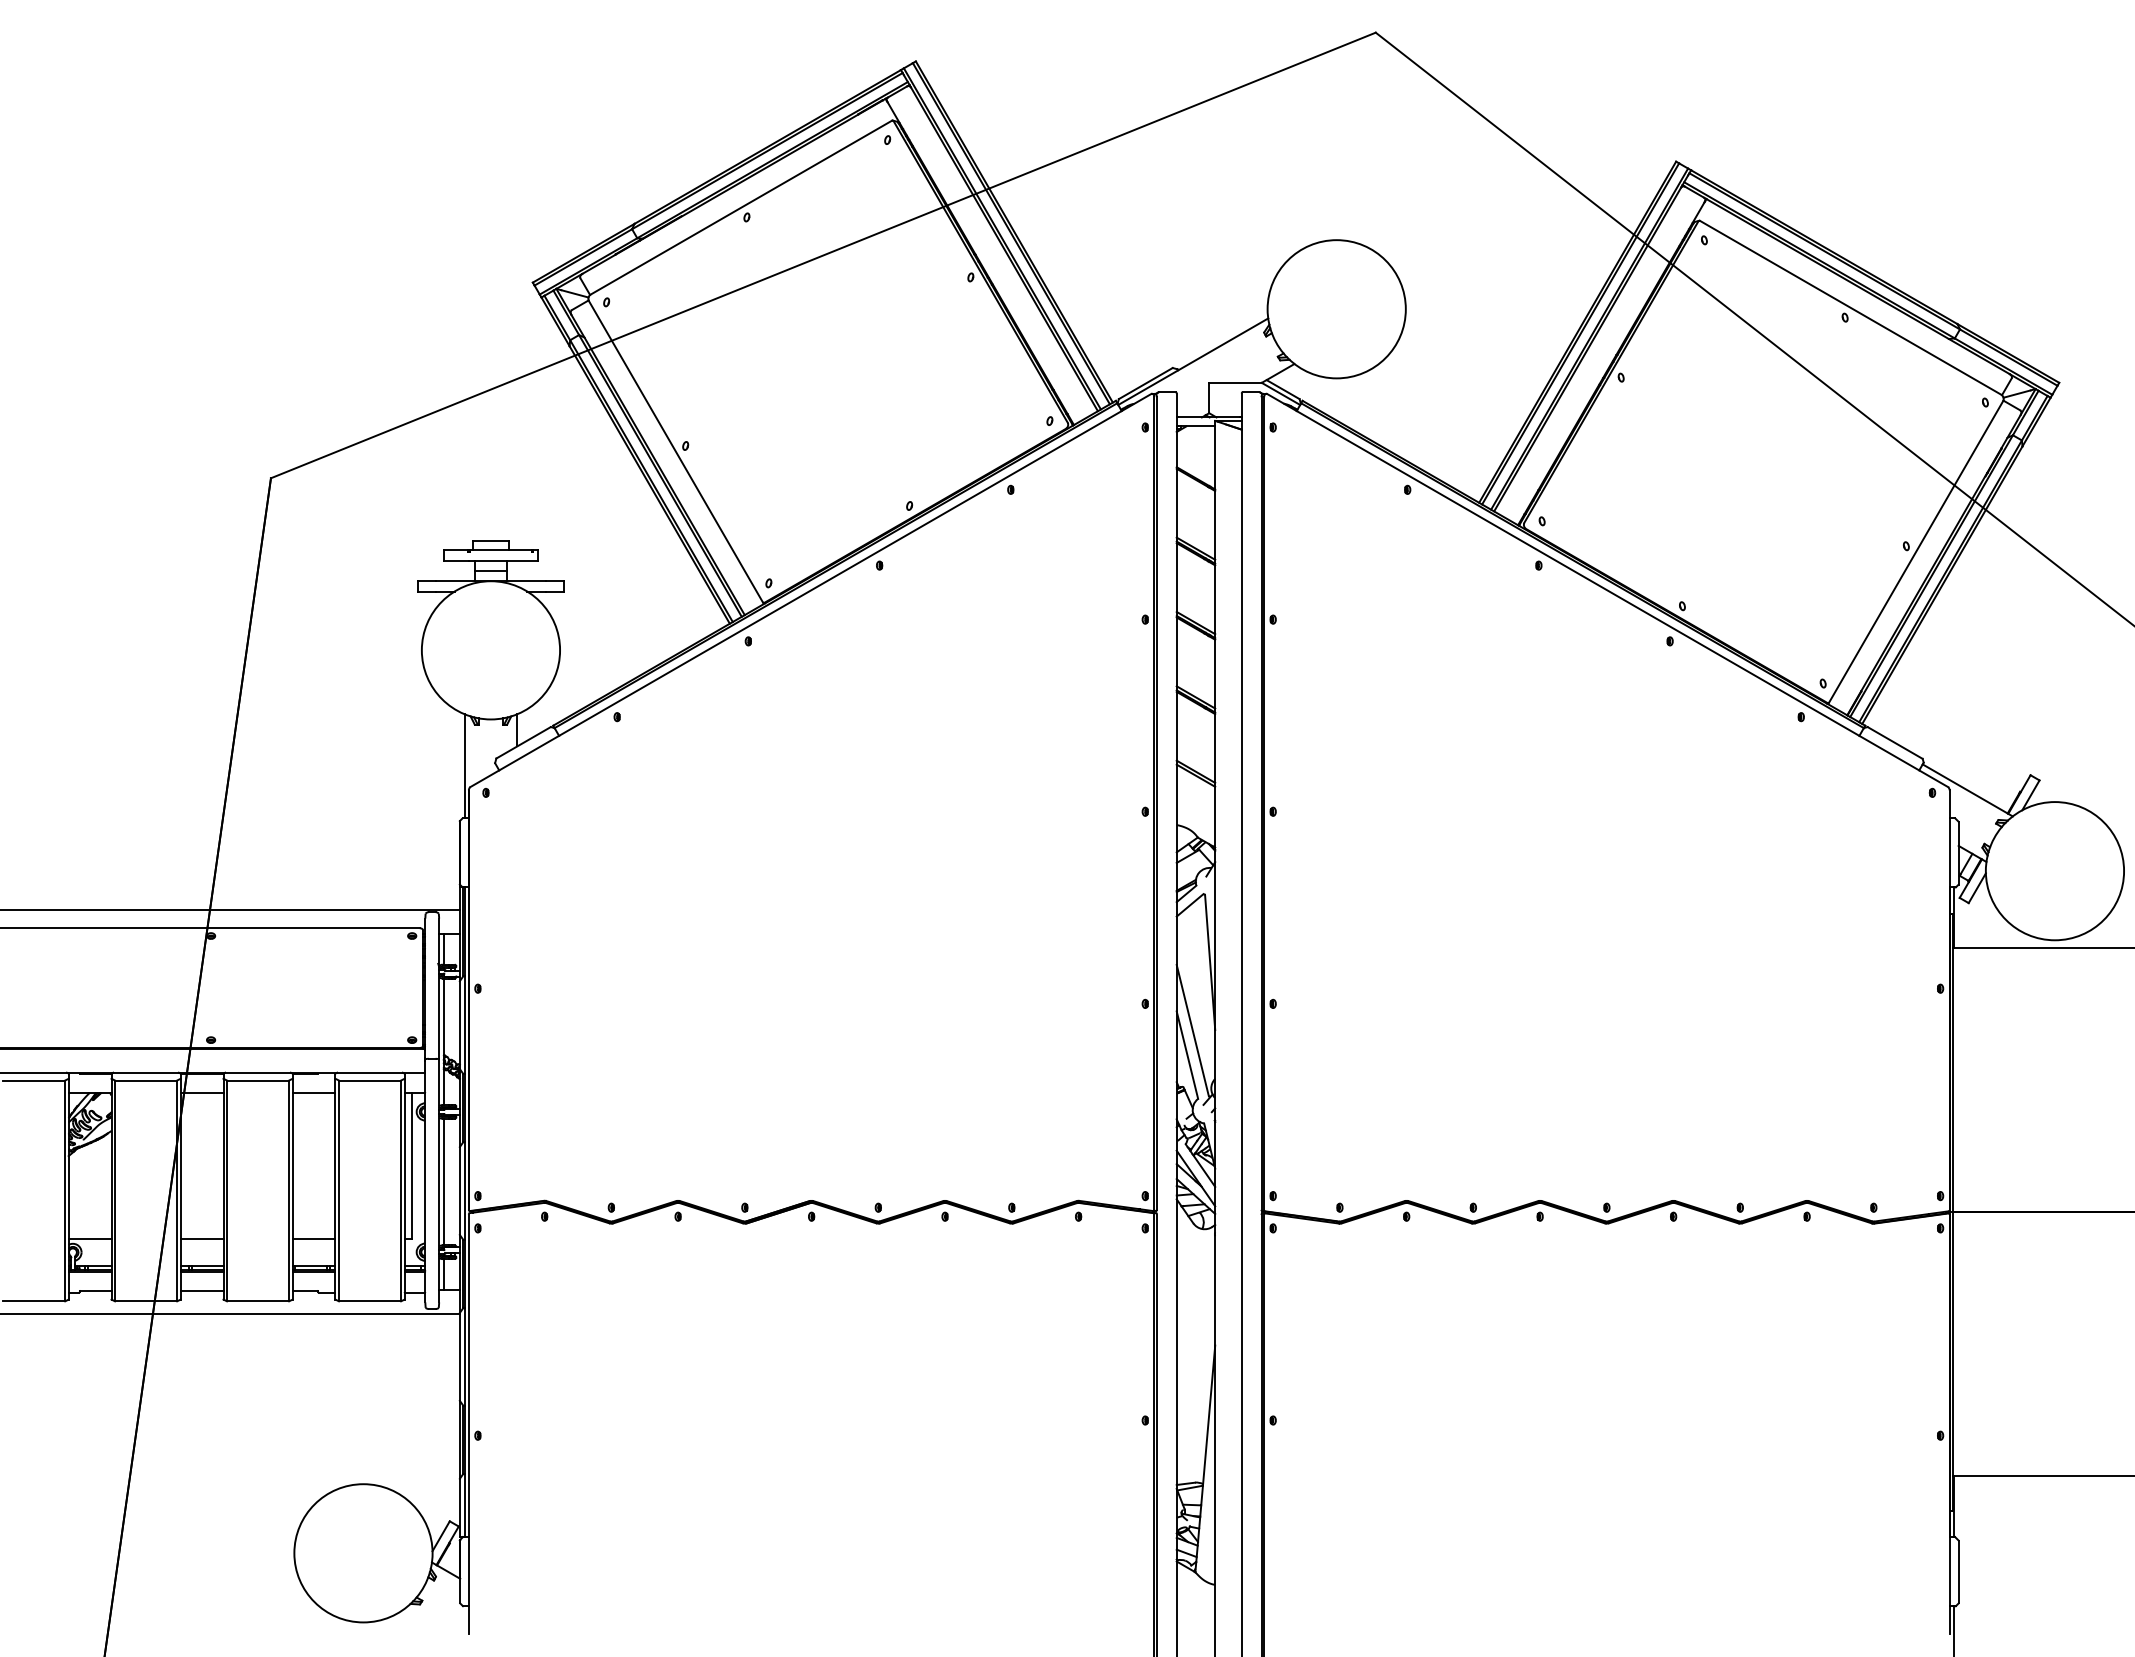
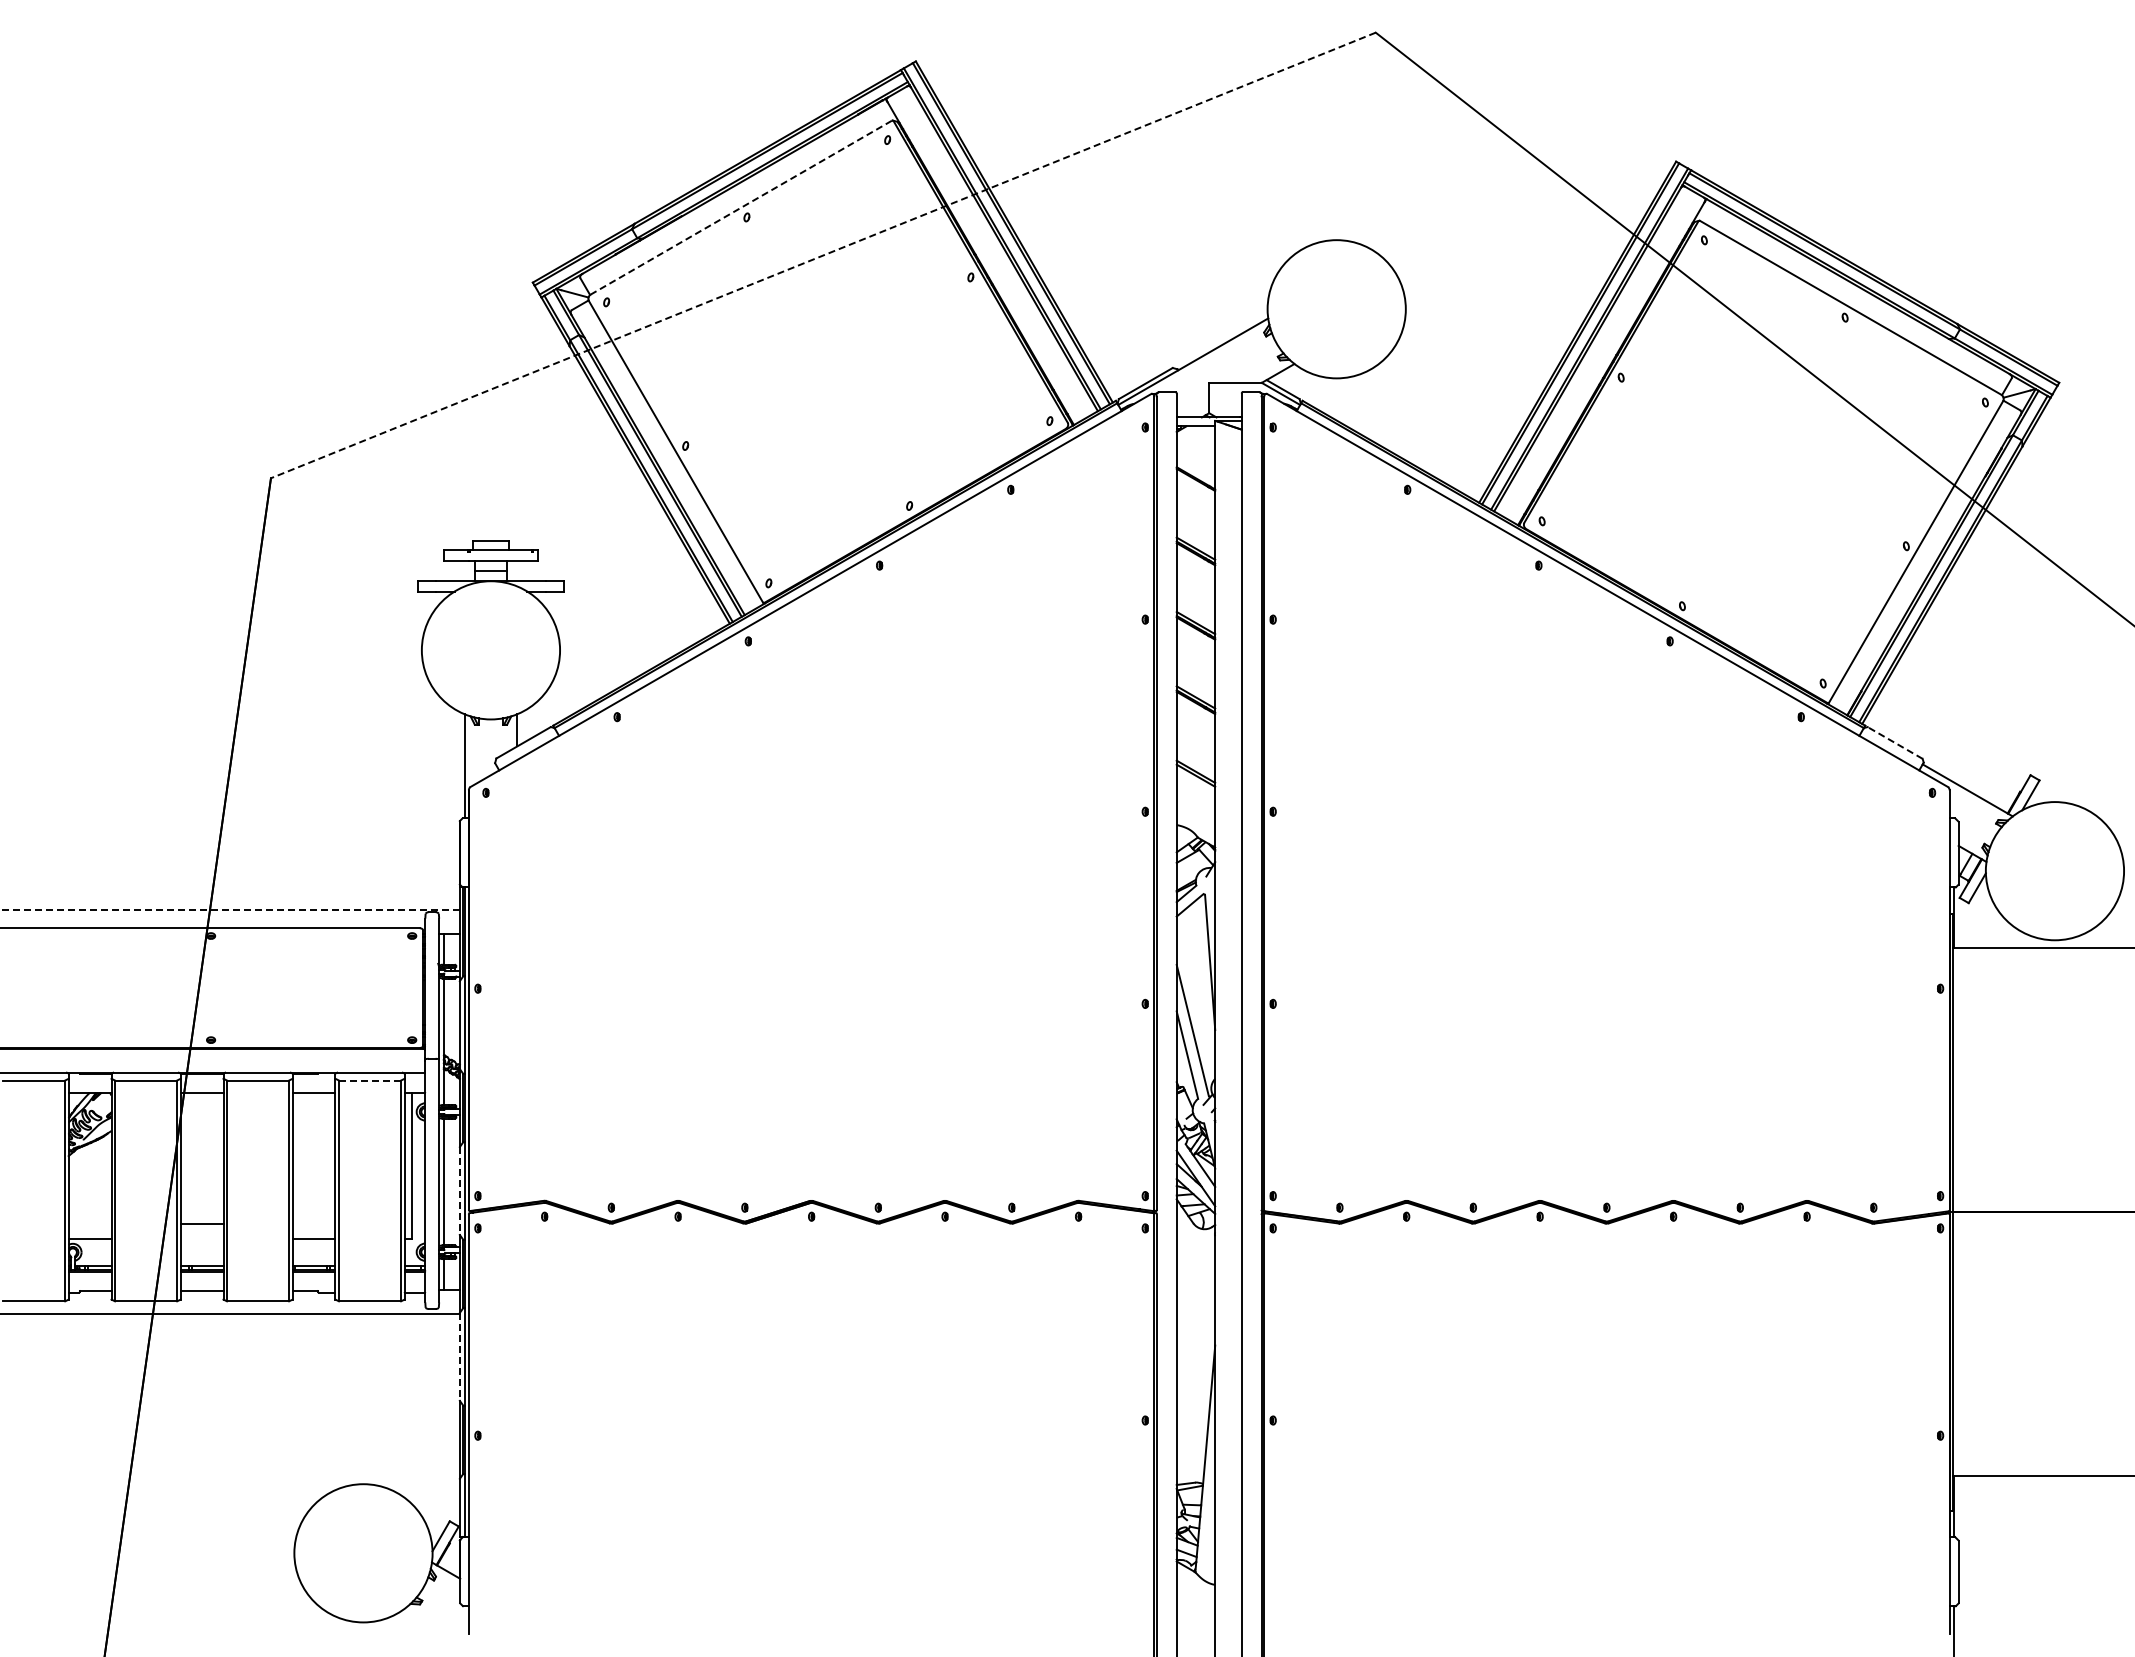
line at (740, 208): solid -> dashed
line at (823, 255): solid -> dashed
line at (1895, 742): solid -> dashed
line at (230, 910): solid -> dashed
line at (369, 1080): solid -> dashed
line at (459, 1191): solid -> dashed
line at (201, 1238) position: (201, 1238) -> (201, 1223)
line at (459, 1356): solid -> dashed
